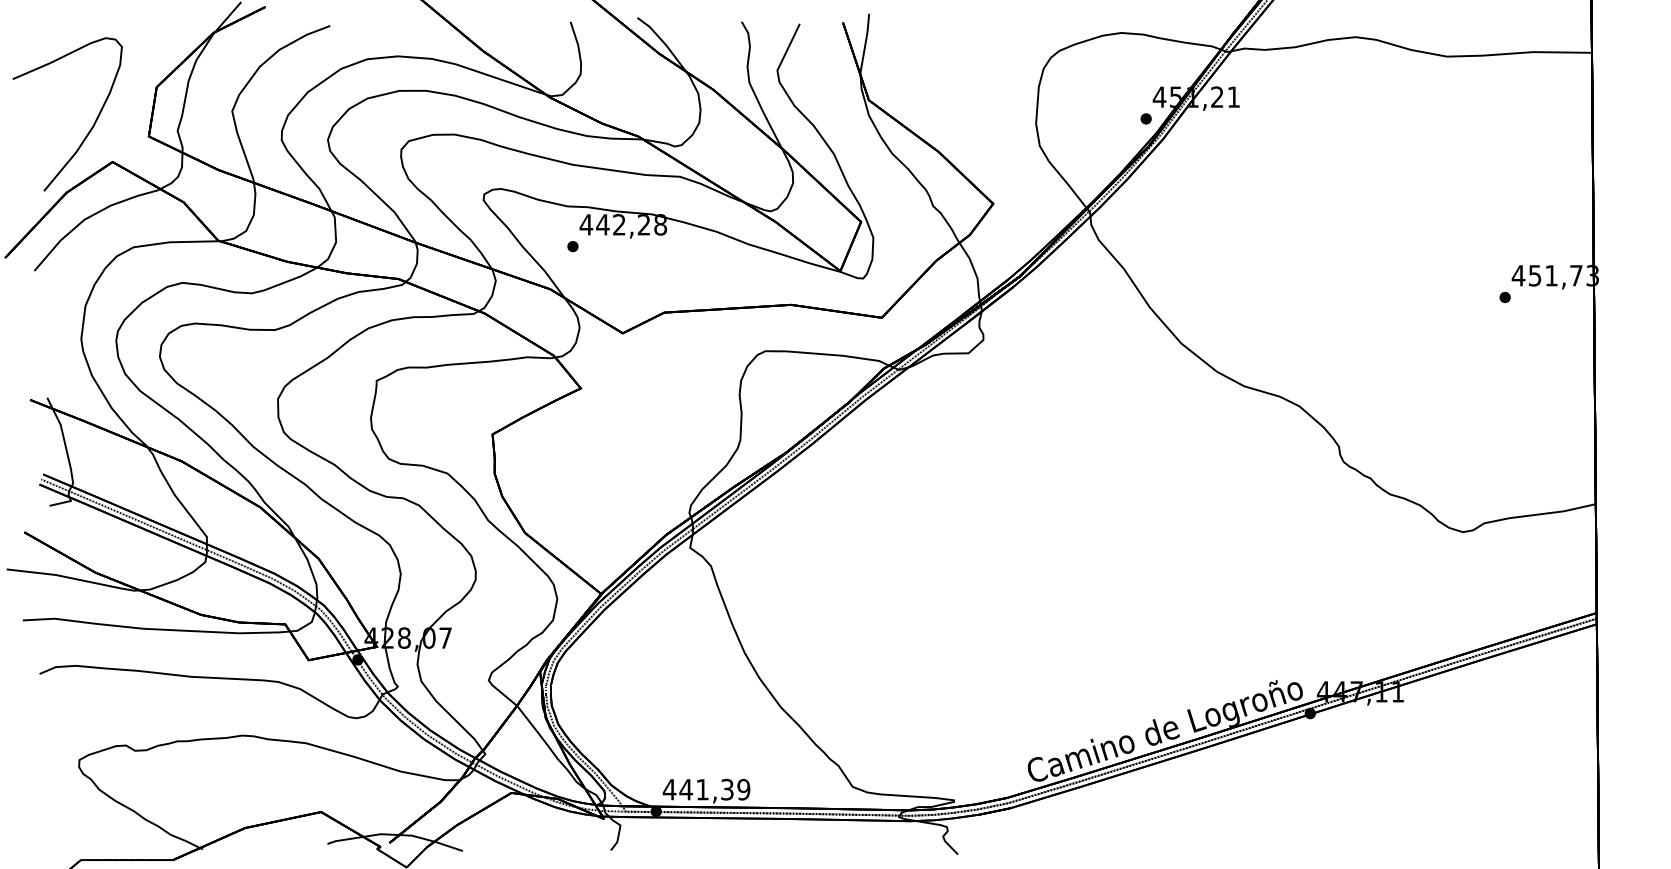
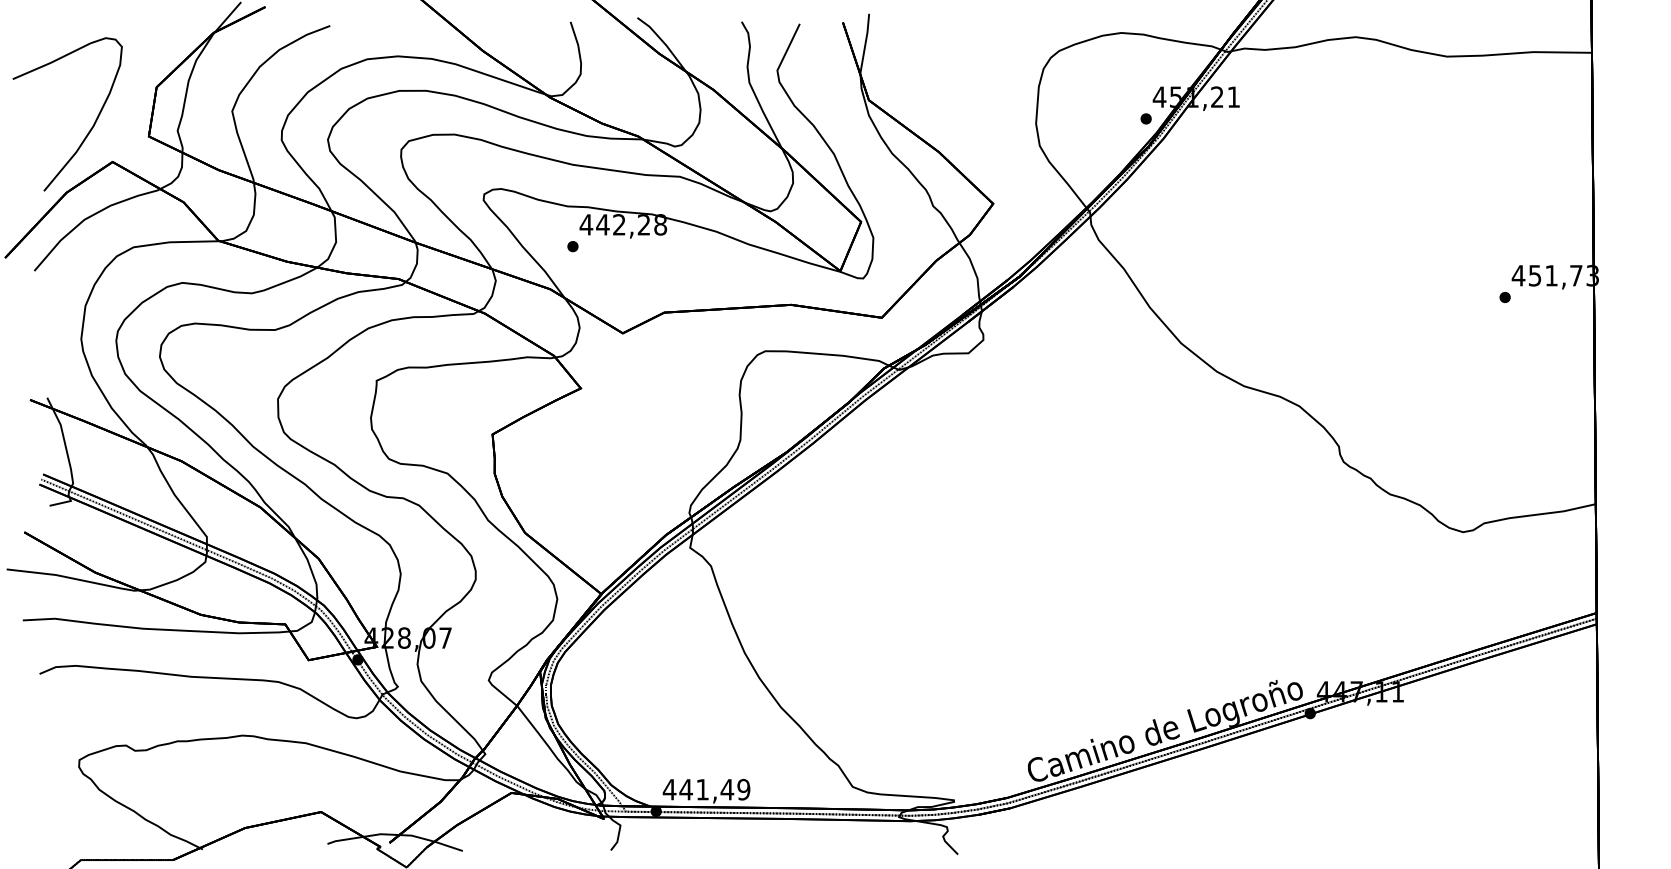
text at (727, 789): 441,39 -> 441,49
